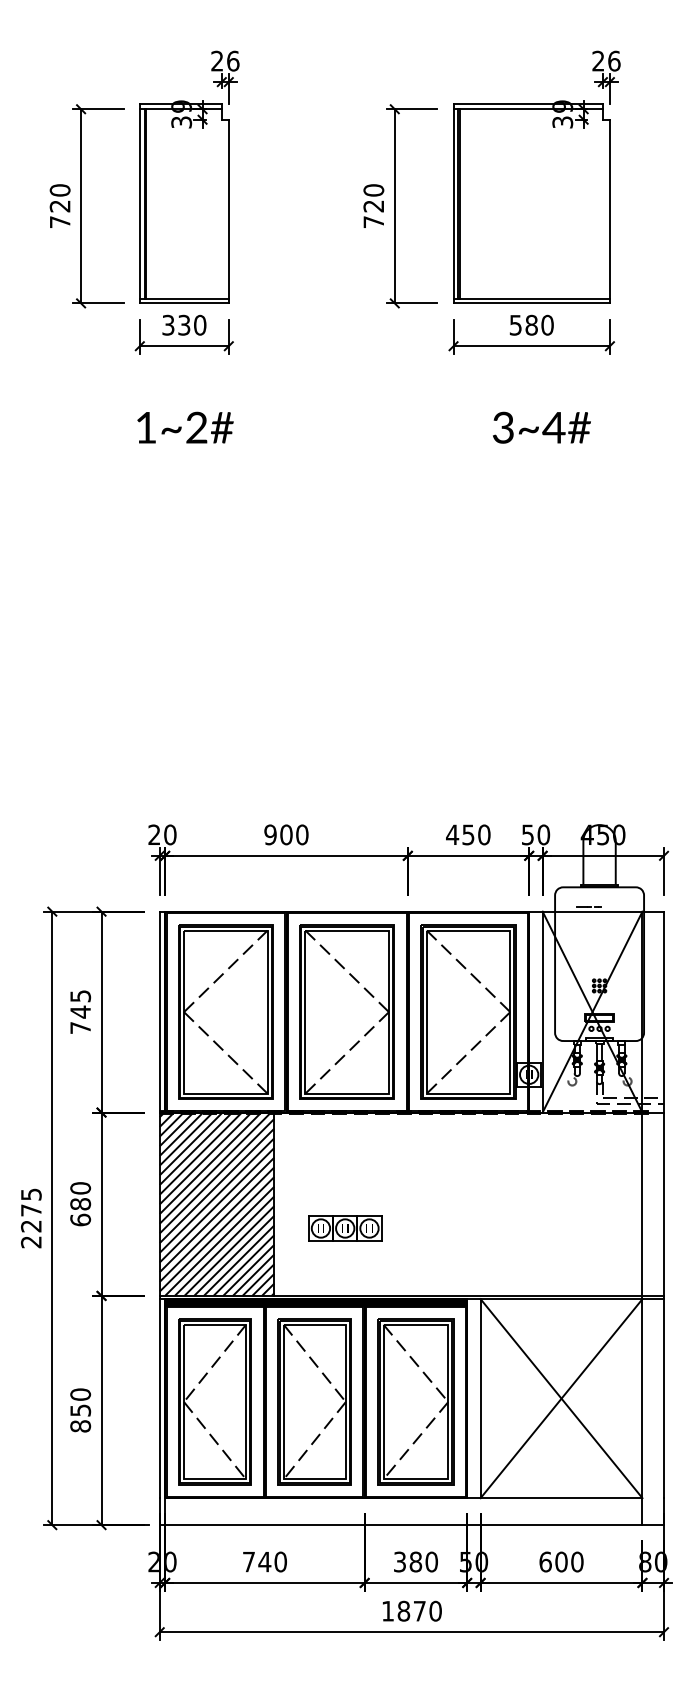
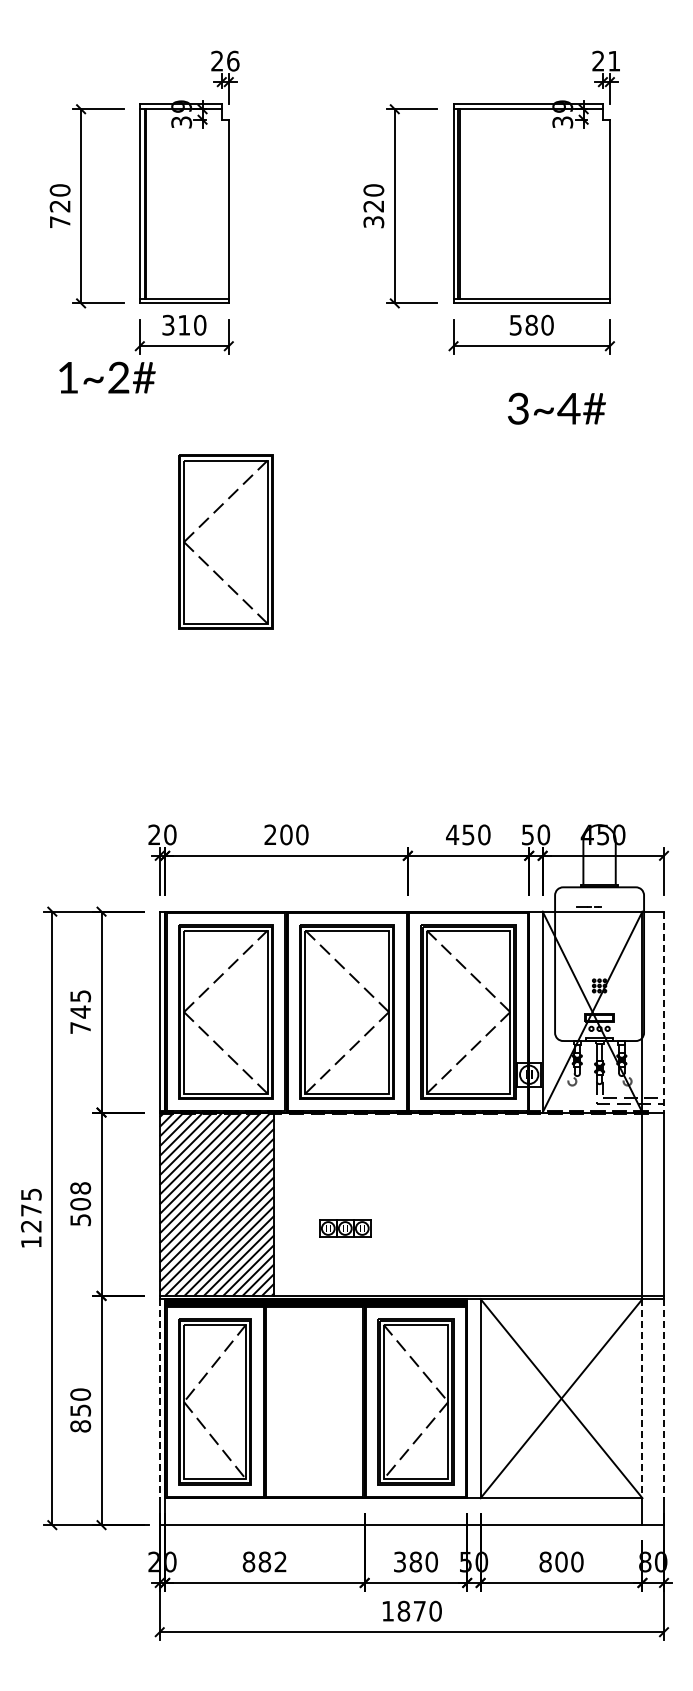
text at (614, 60): 26 -> 21
text at (373, 222): 720 -> 320
text at (184, 324): 330 -> 310
text at (185, 427) position: (185, 427) -> (107, 377)
text at (541, 427) position: (541, 427) -> (556, 408)
part at (225, 541): none -> present
text at (270, 834): 900 -> 200
line at (664, 1012): solid -> dashed
text at (80, 1204): 680 -> 508
part at (345, 1228) size: 75x27 px -> 53x19 px
text at (31, 1242): 2275 -> 1275
line at (159, 1398): solid -> dashed
line at (642, 1398): solid -> dashed
line at (664, 1398): solid -> dashed
part at (314, 1401): present -> none
text at (264, 1561): 740 -> 882
text at (545, 1561): 600 -> 800
